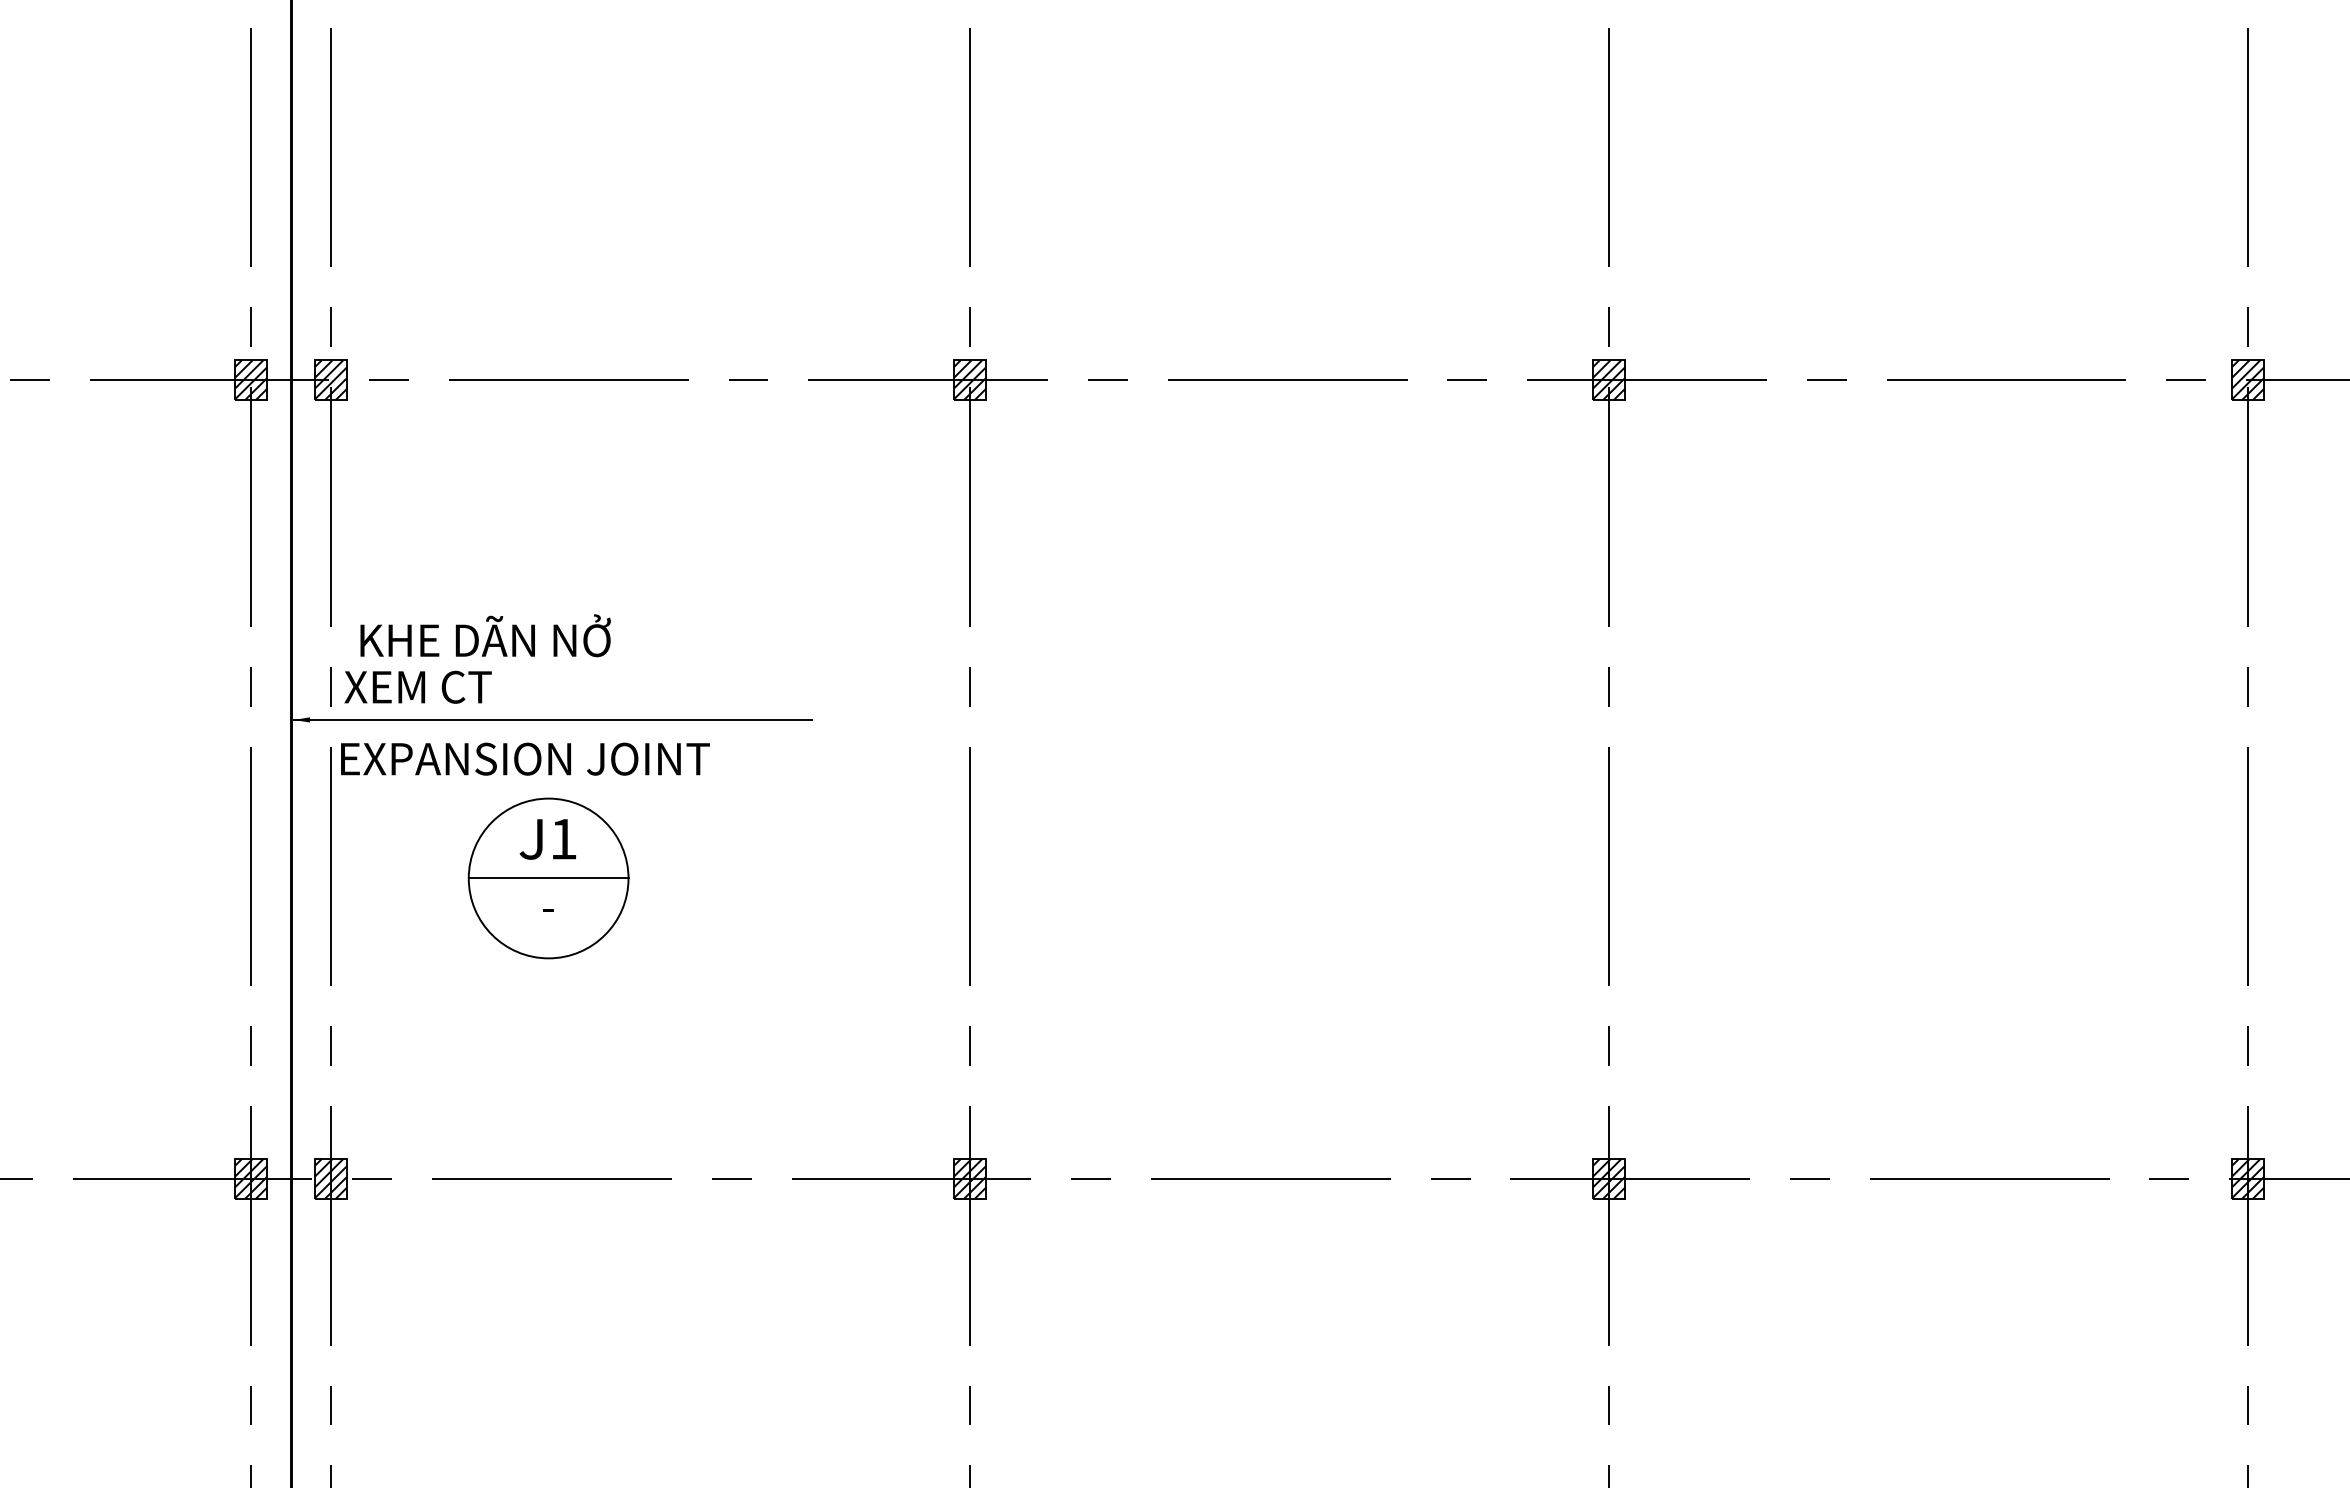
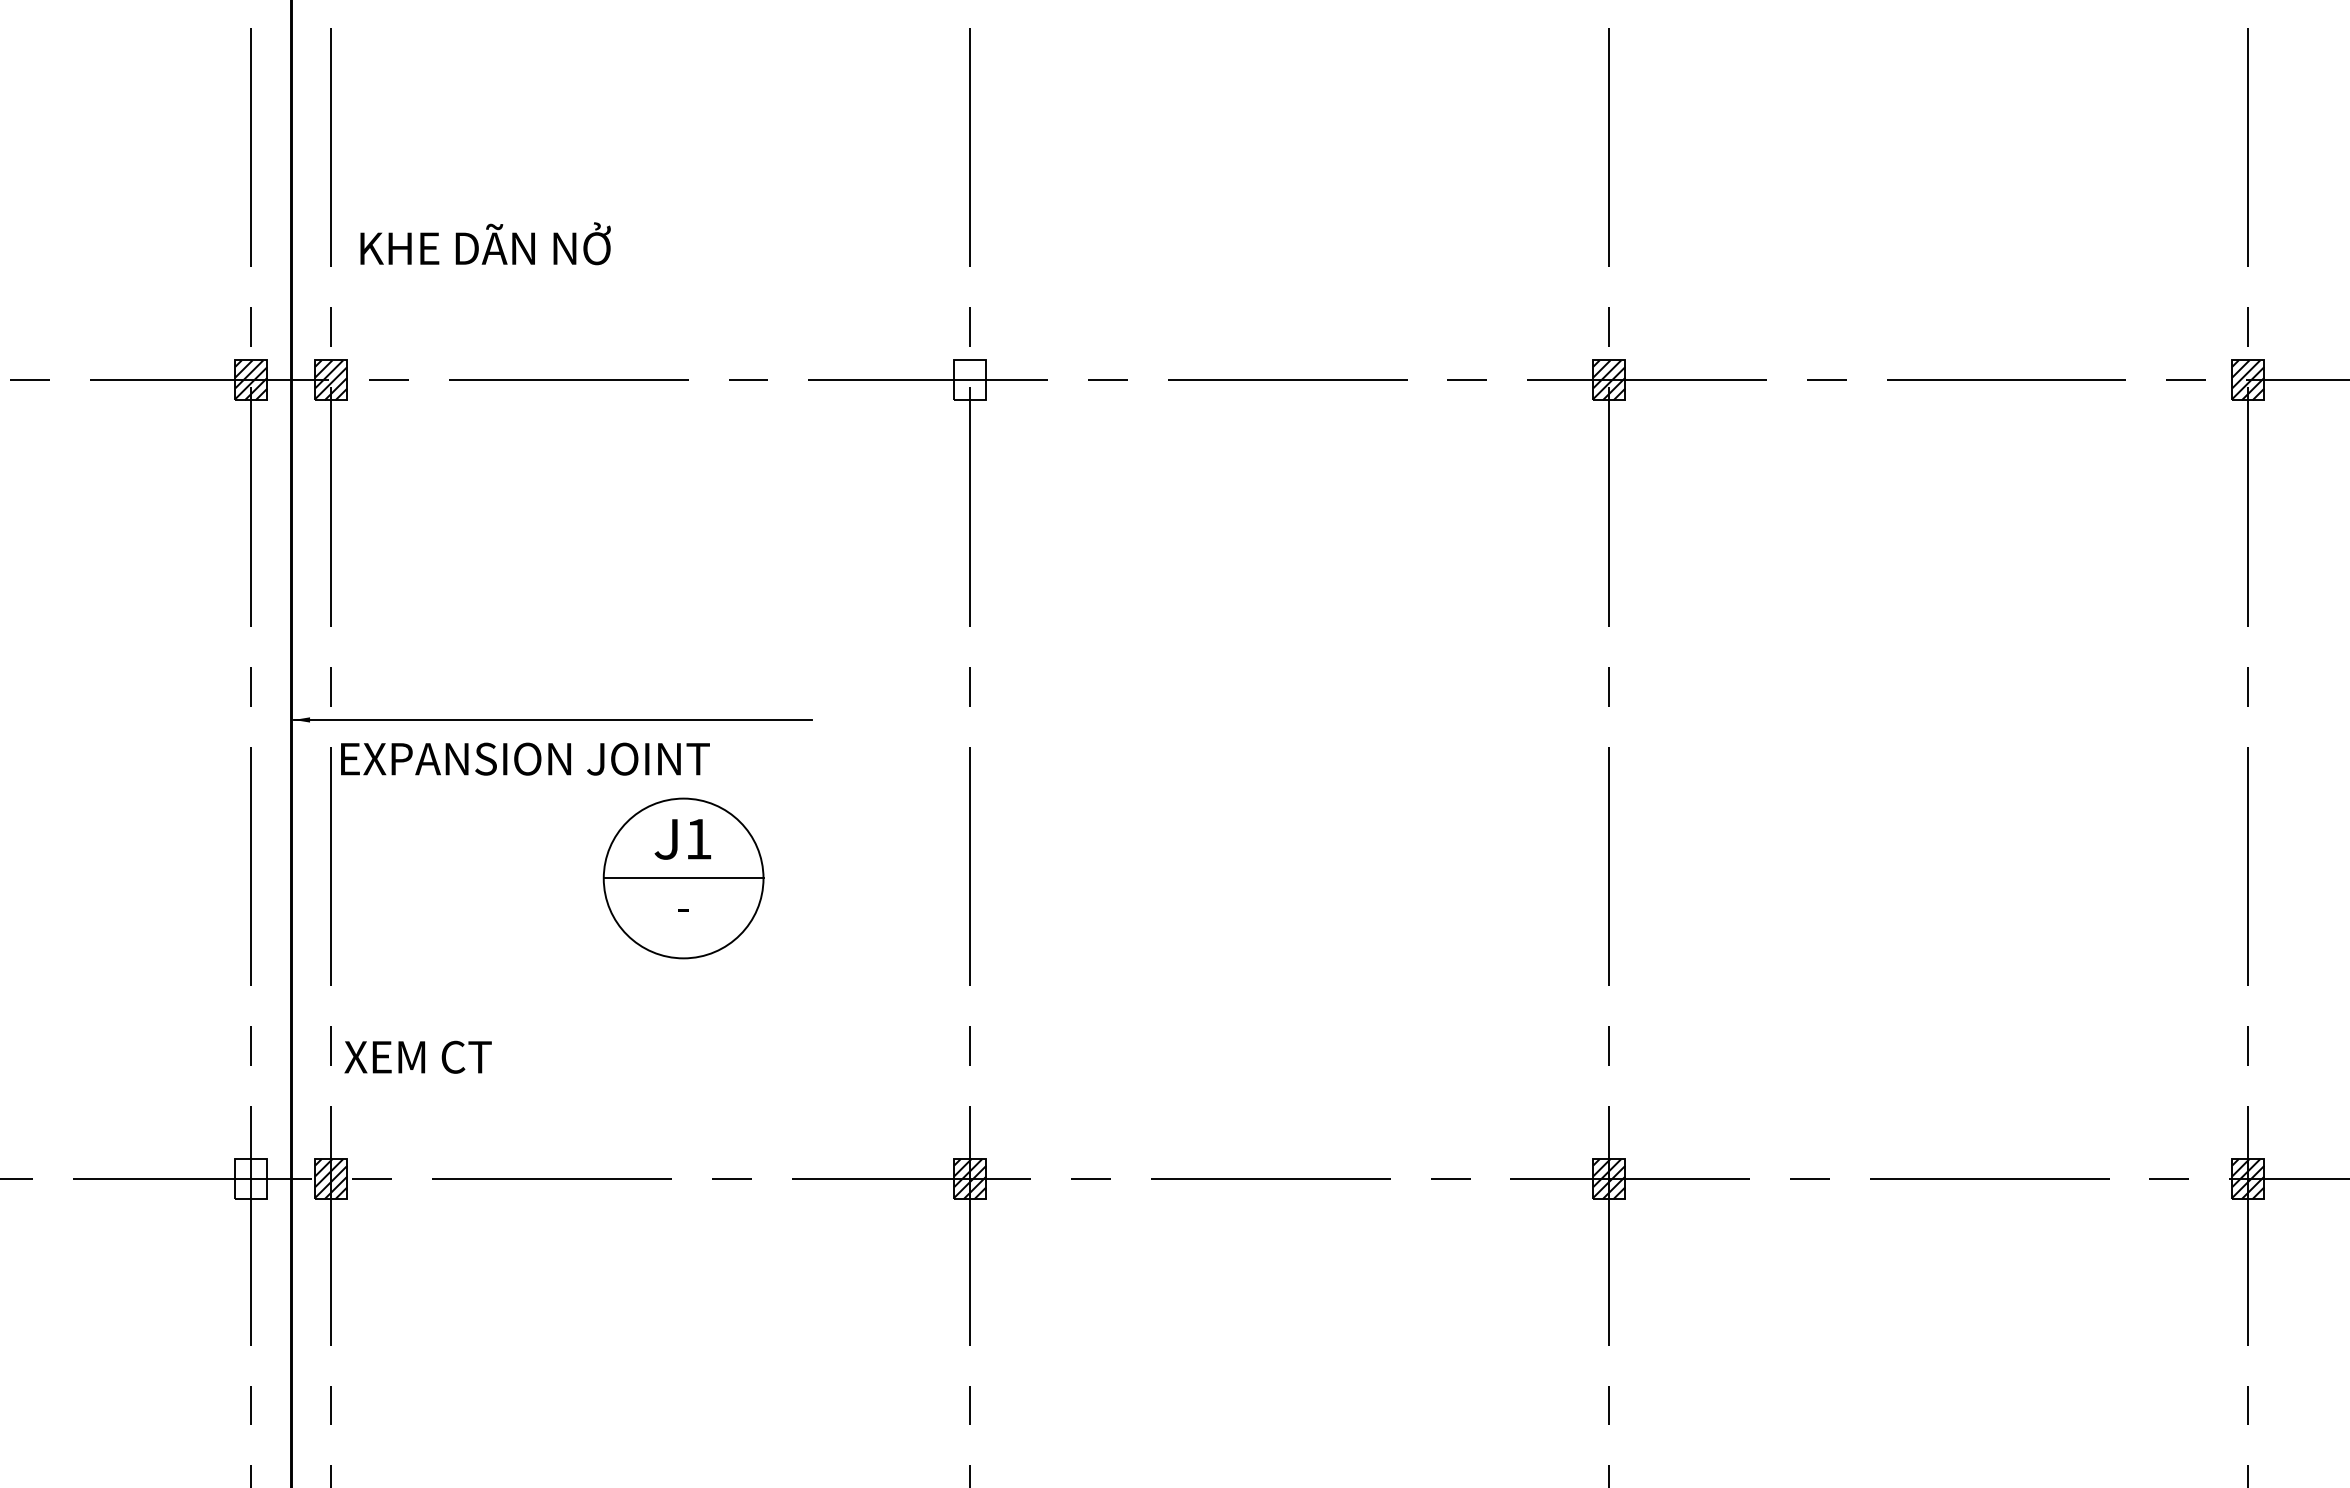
hatch at (970, 380): present -> none
text at (485, 635) position: (485, 635) -> (485, 243)
text at (417, 686) position: (417, 686) -> (417, 1056)
part at (548, 878) position: (548, 878) -> (683, 878)
hatch at (251, 1179): present -> none
